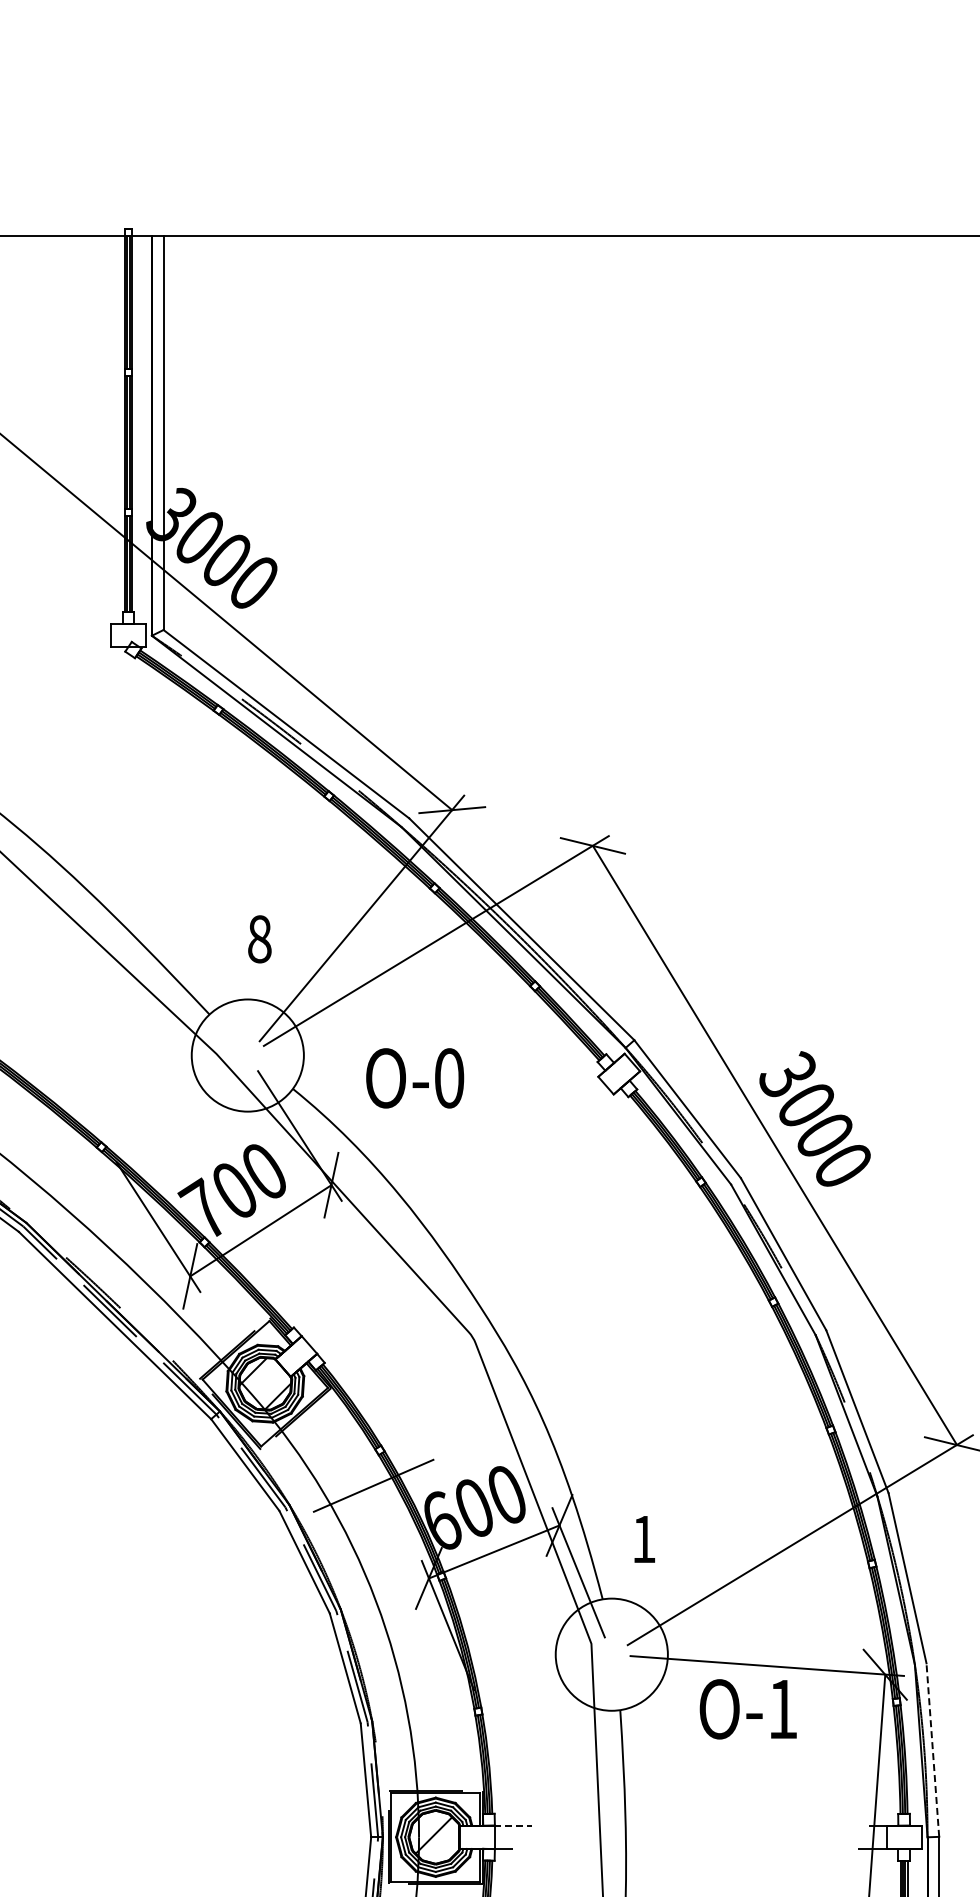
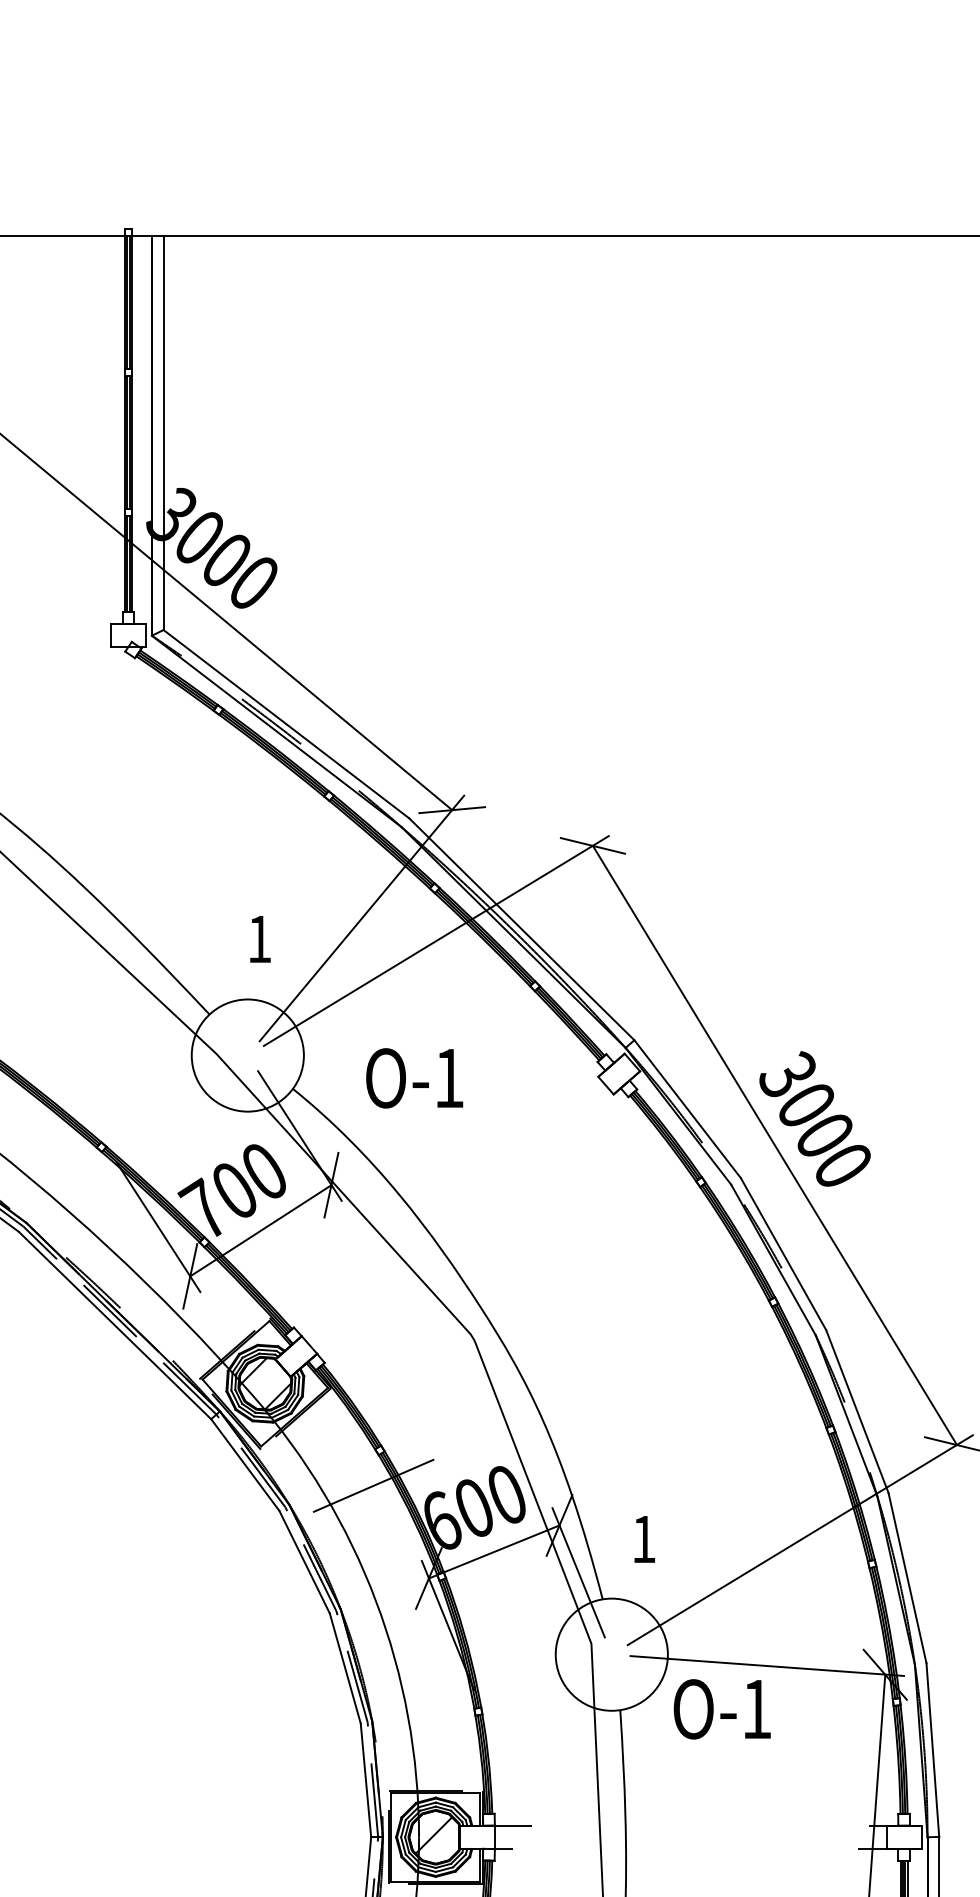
text at (259, 939): 8 -> 1
text at (449, 1078): -0 -> -1
text at (747, 1709) position: (747, 1709) -> (721, 1709)
line at (932, 1750): dashed -> solid
line at (513, 1825): dashed -> solid
